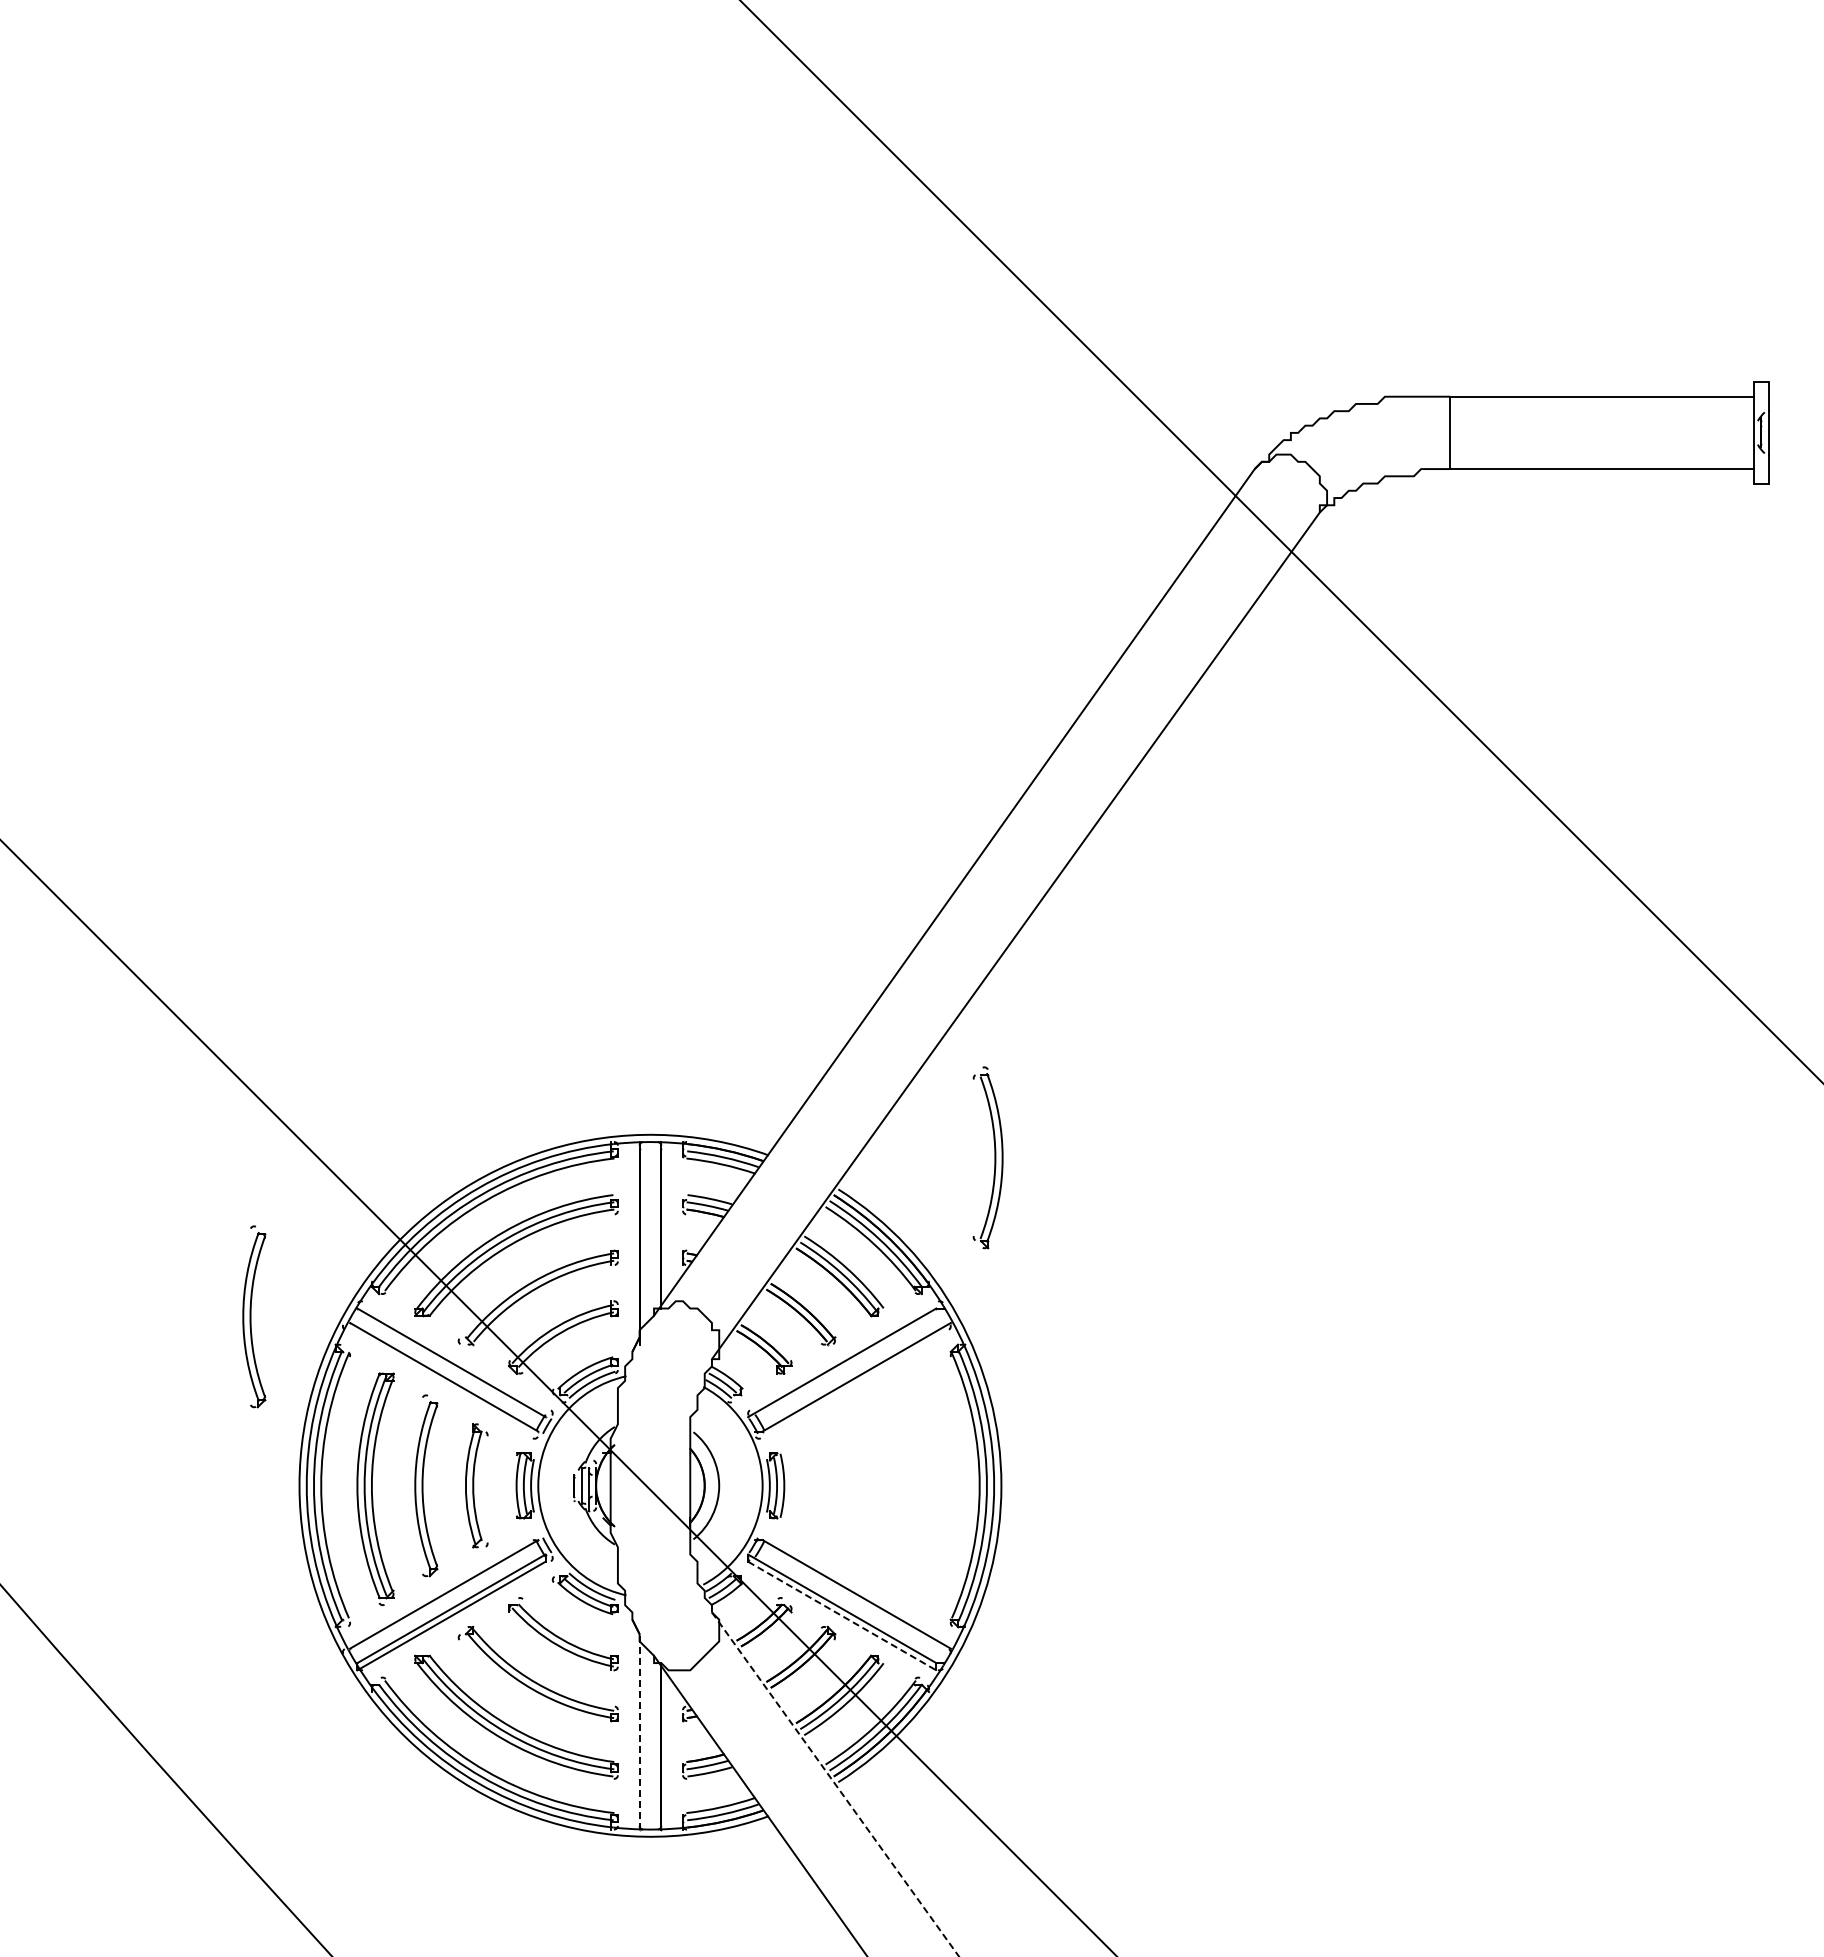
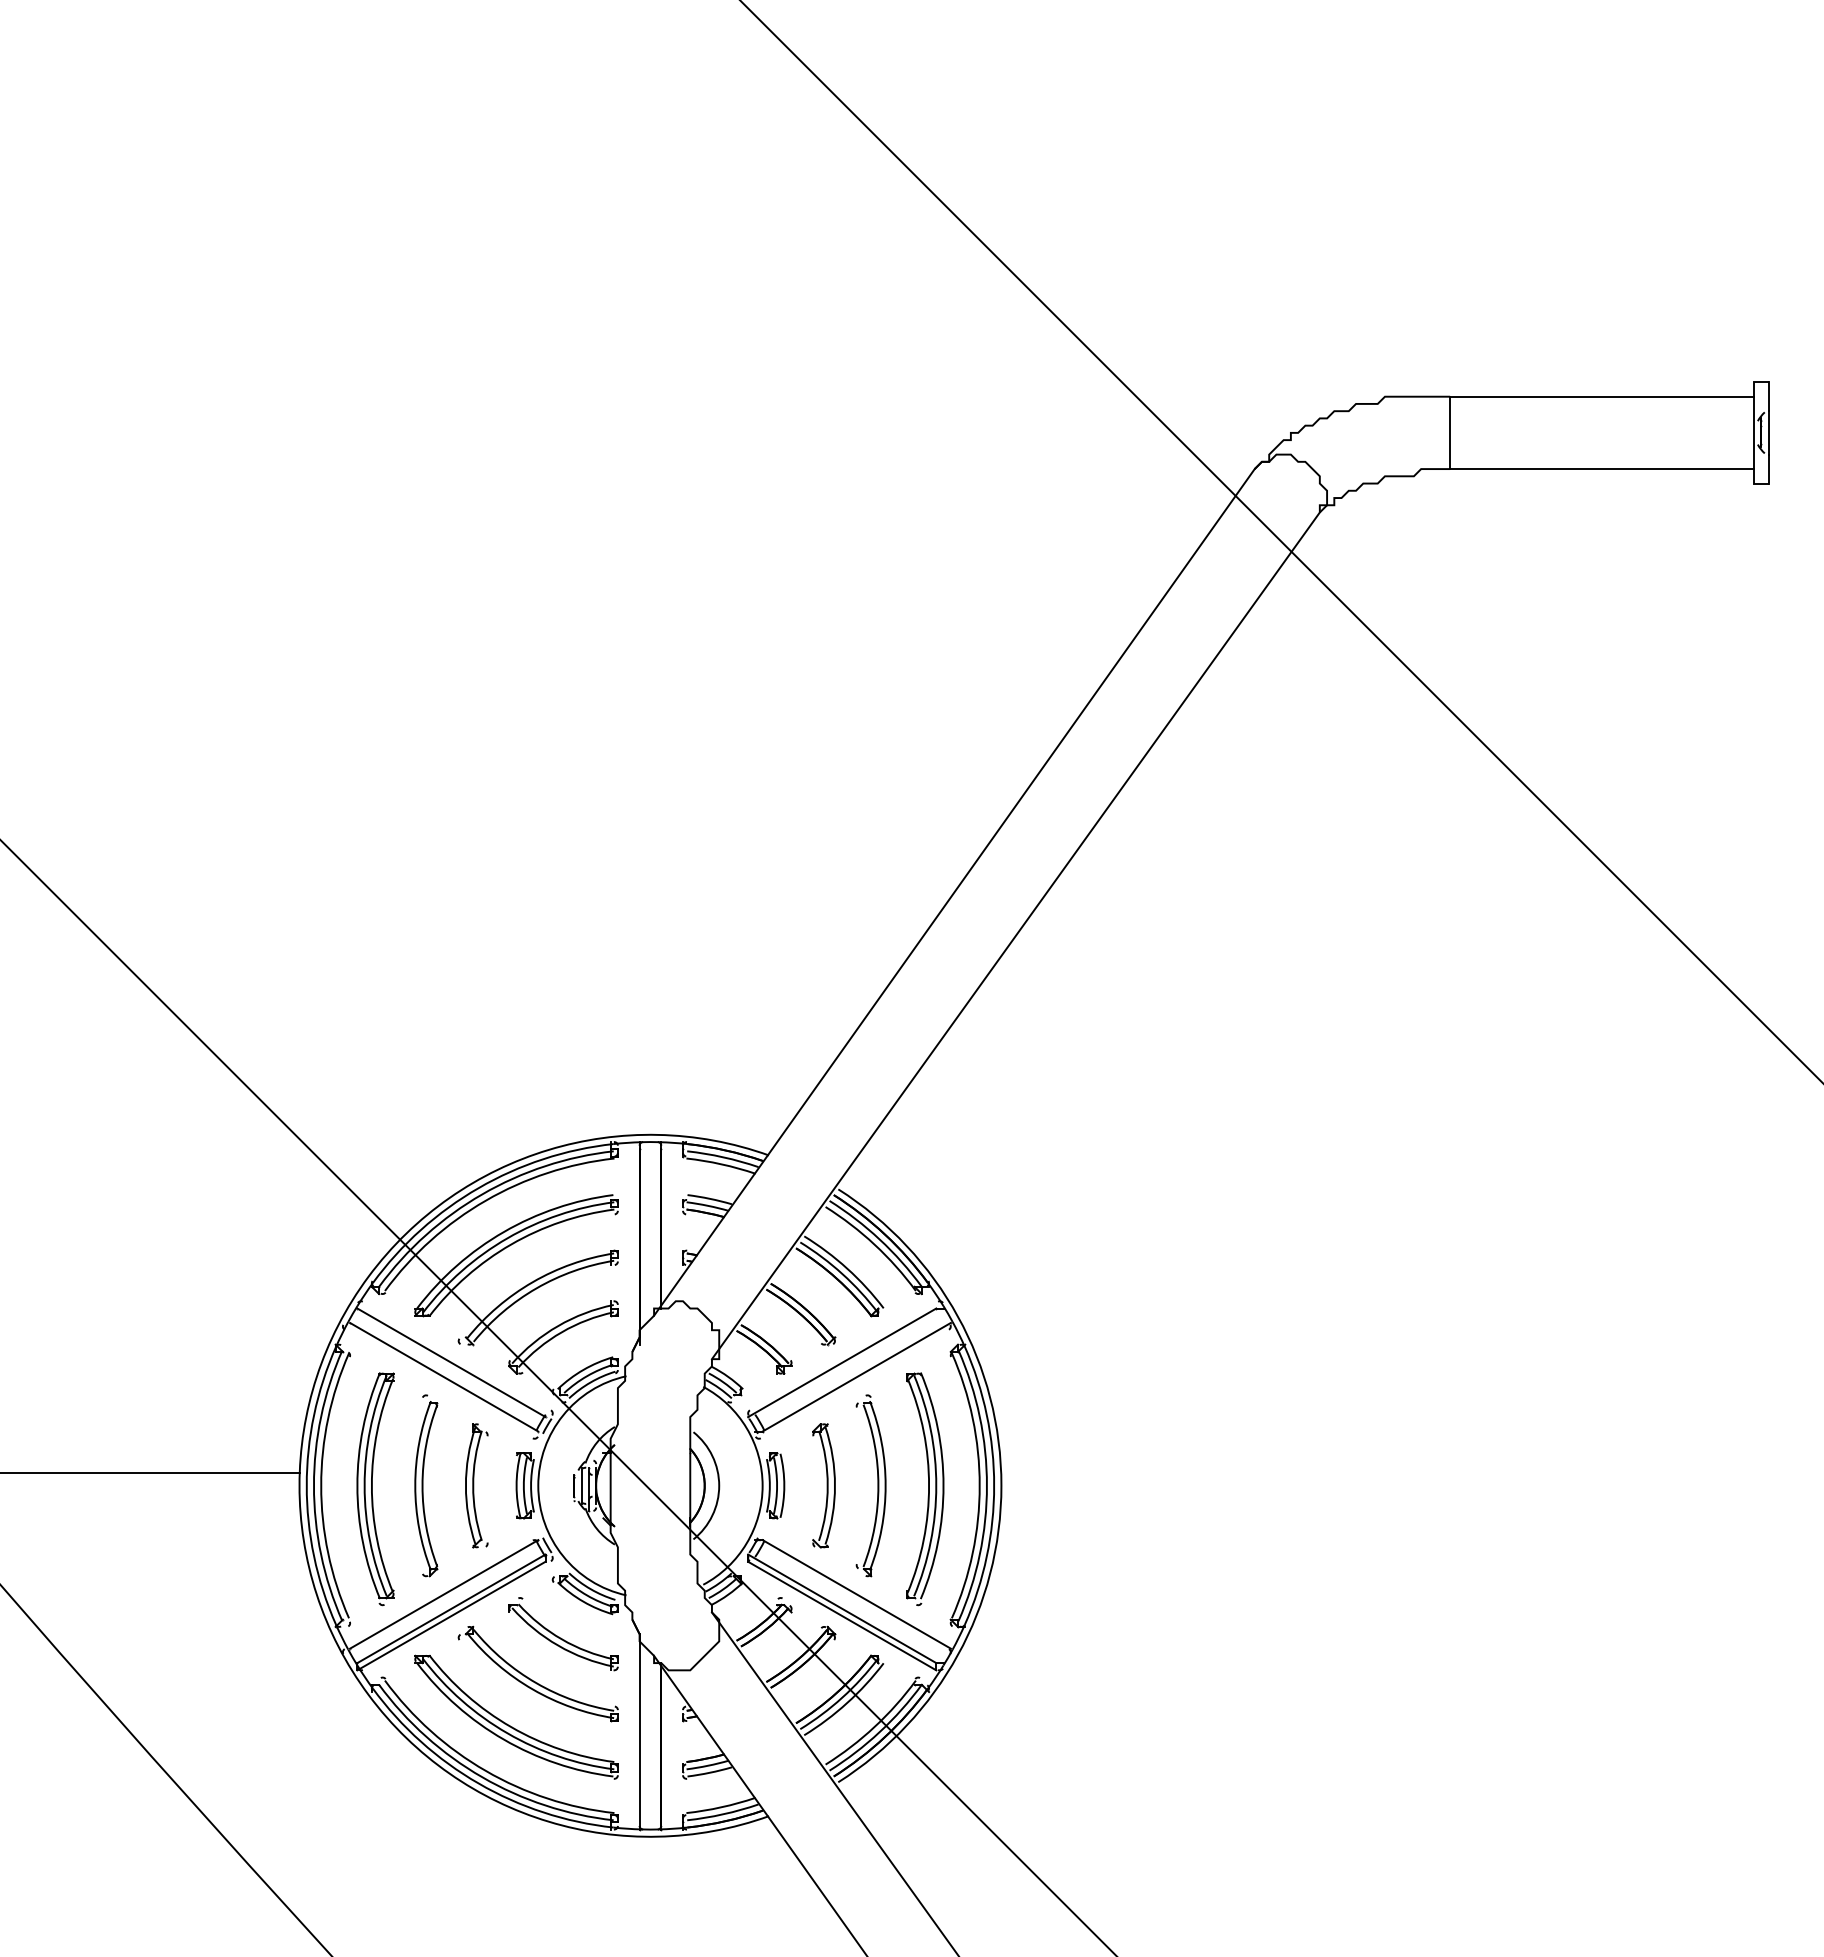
part at (994, 1157) position: (994, 1157) -> (877, 1485)
part at (254, 1316): present -> none
line at (151, 1473): none -> present
part at (823, 1485): none -> present
part at (925, 1489): none -> present
line at (842, 1616): dashed -> solid
line at (639, 1731): dashed -> solid
line at (835, 1784): dashed -> solid
